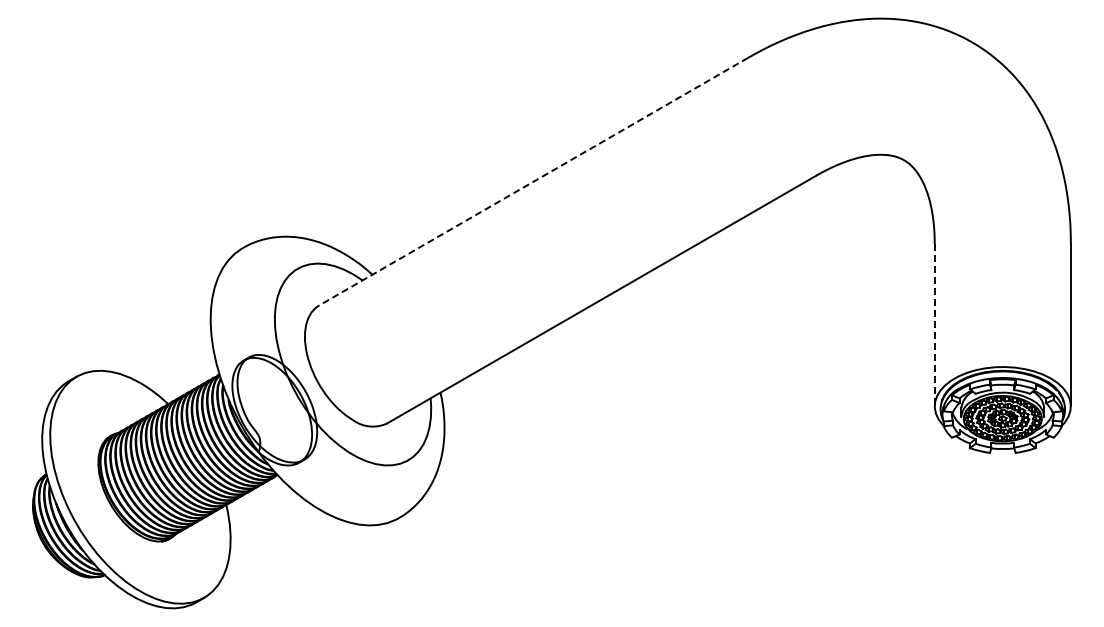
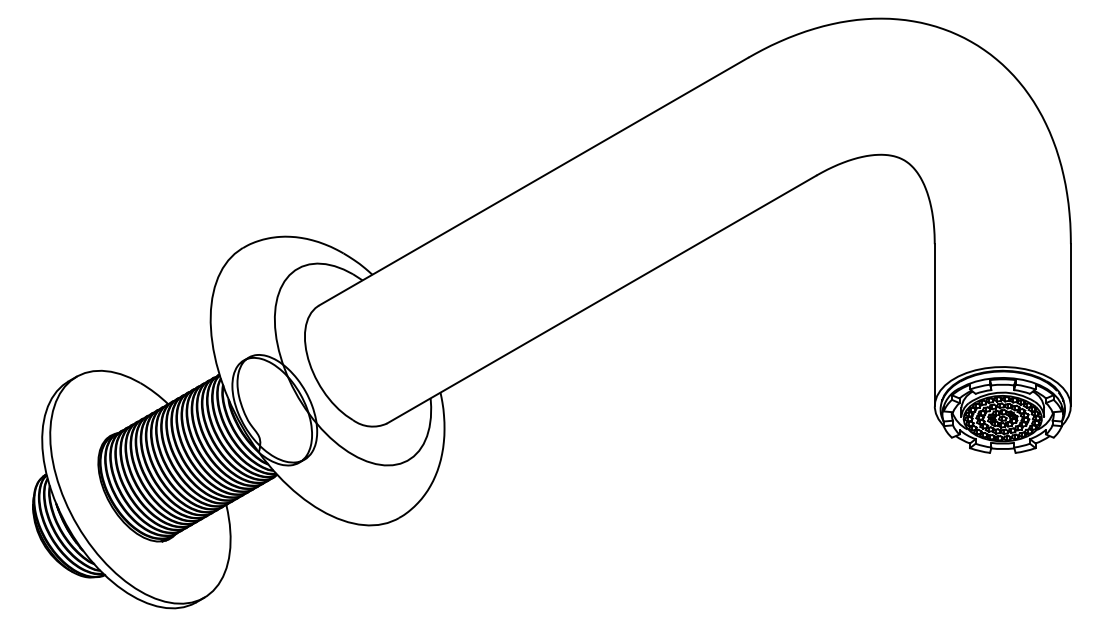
line at (533, 181): dashed -> solid
line at (934, 325): dashed -> solid
